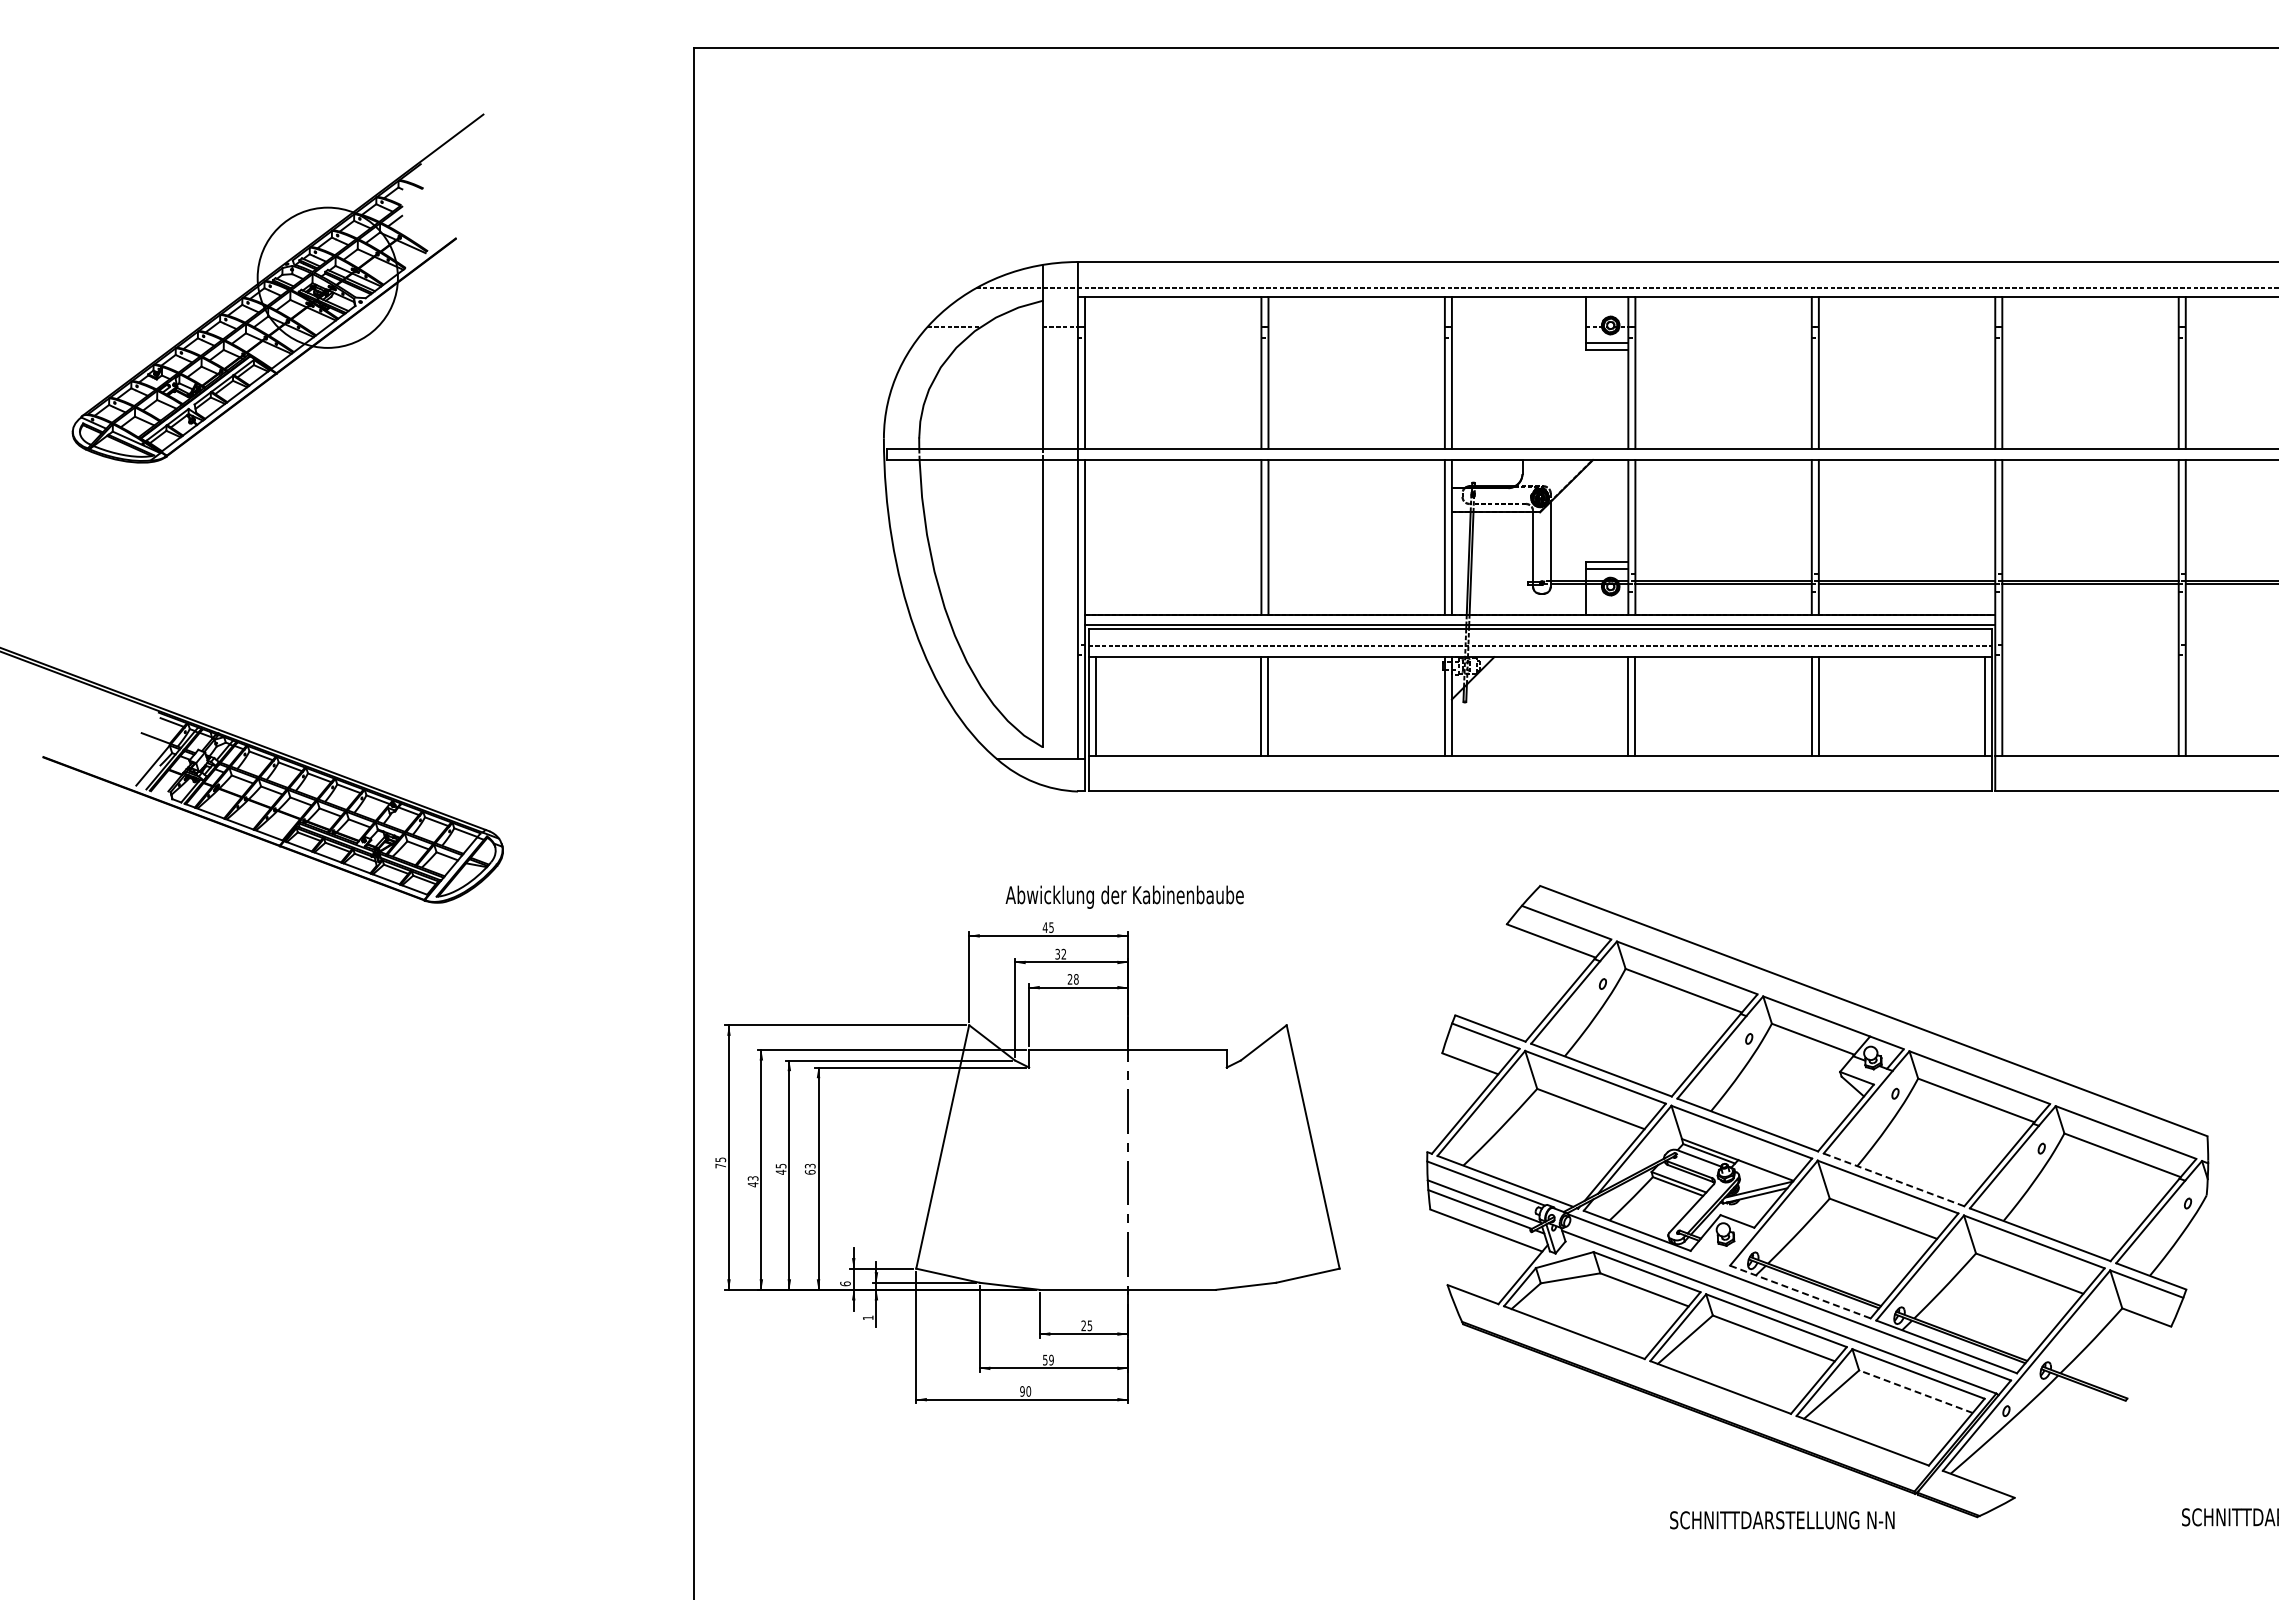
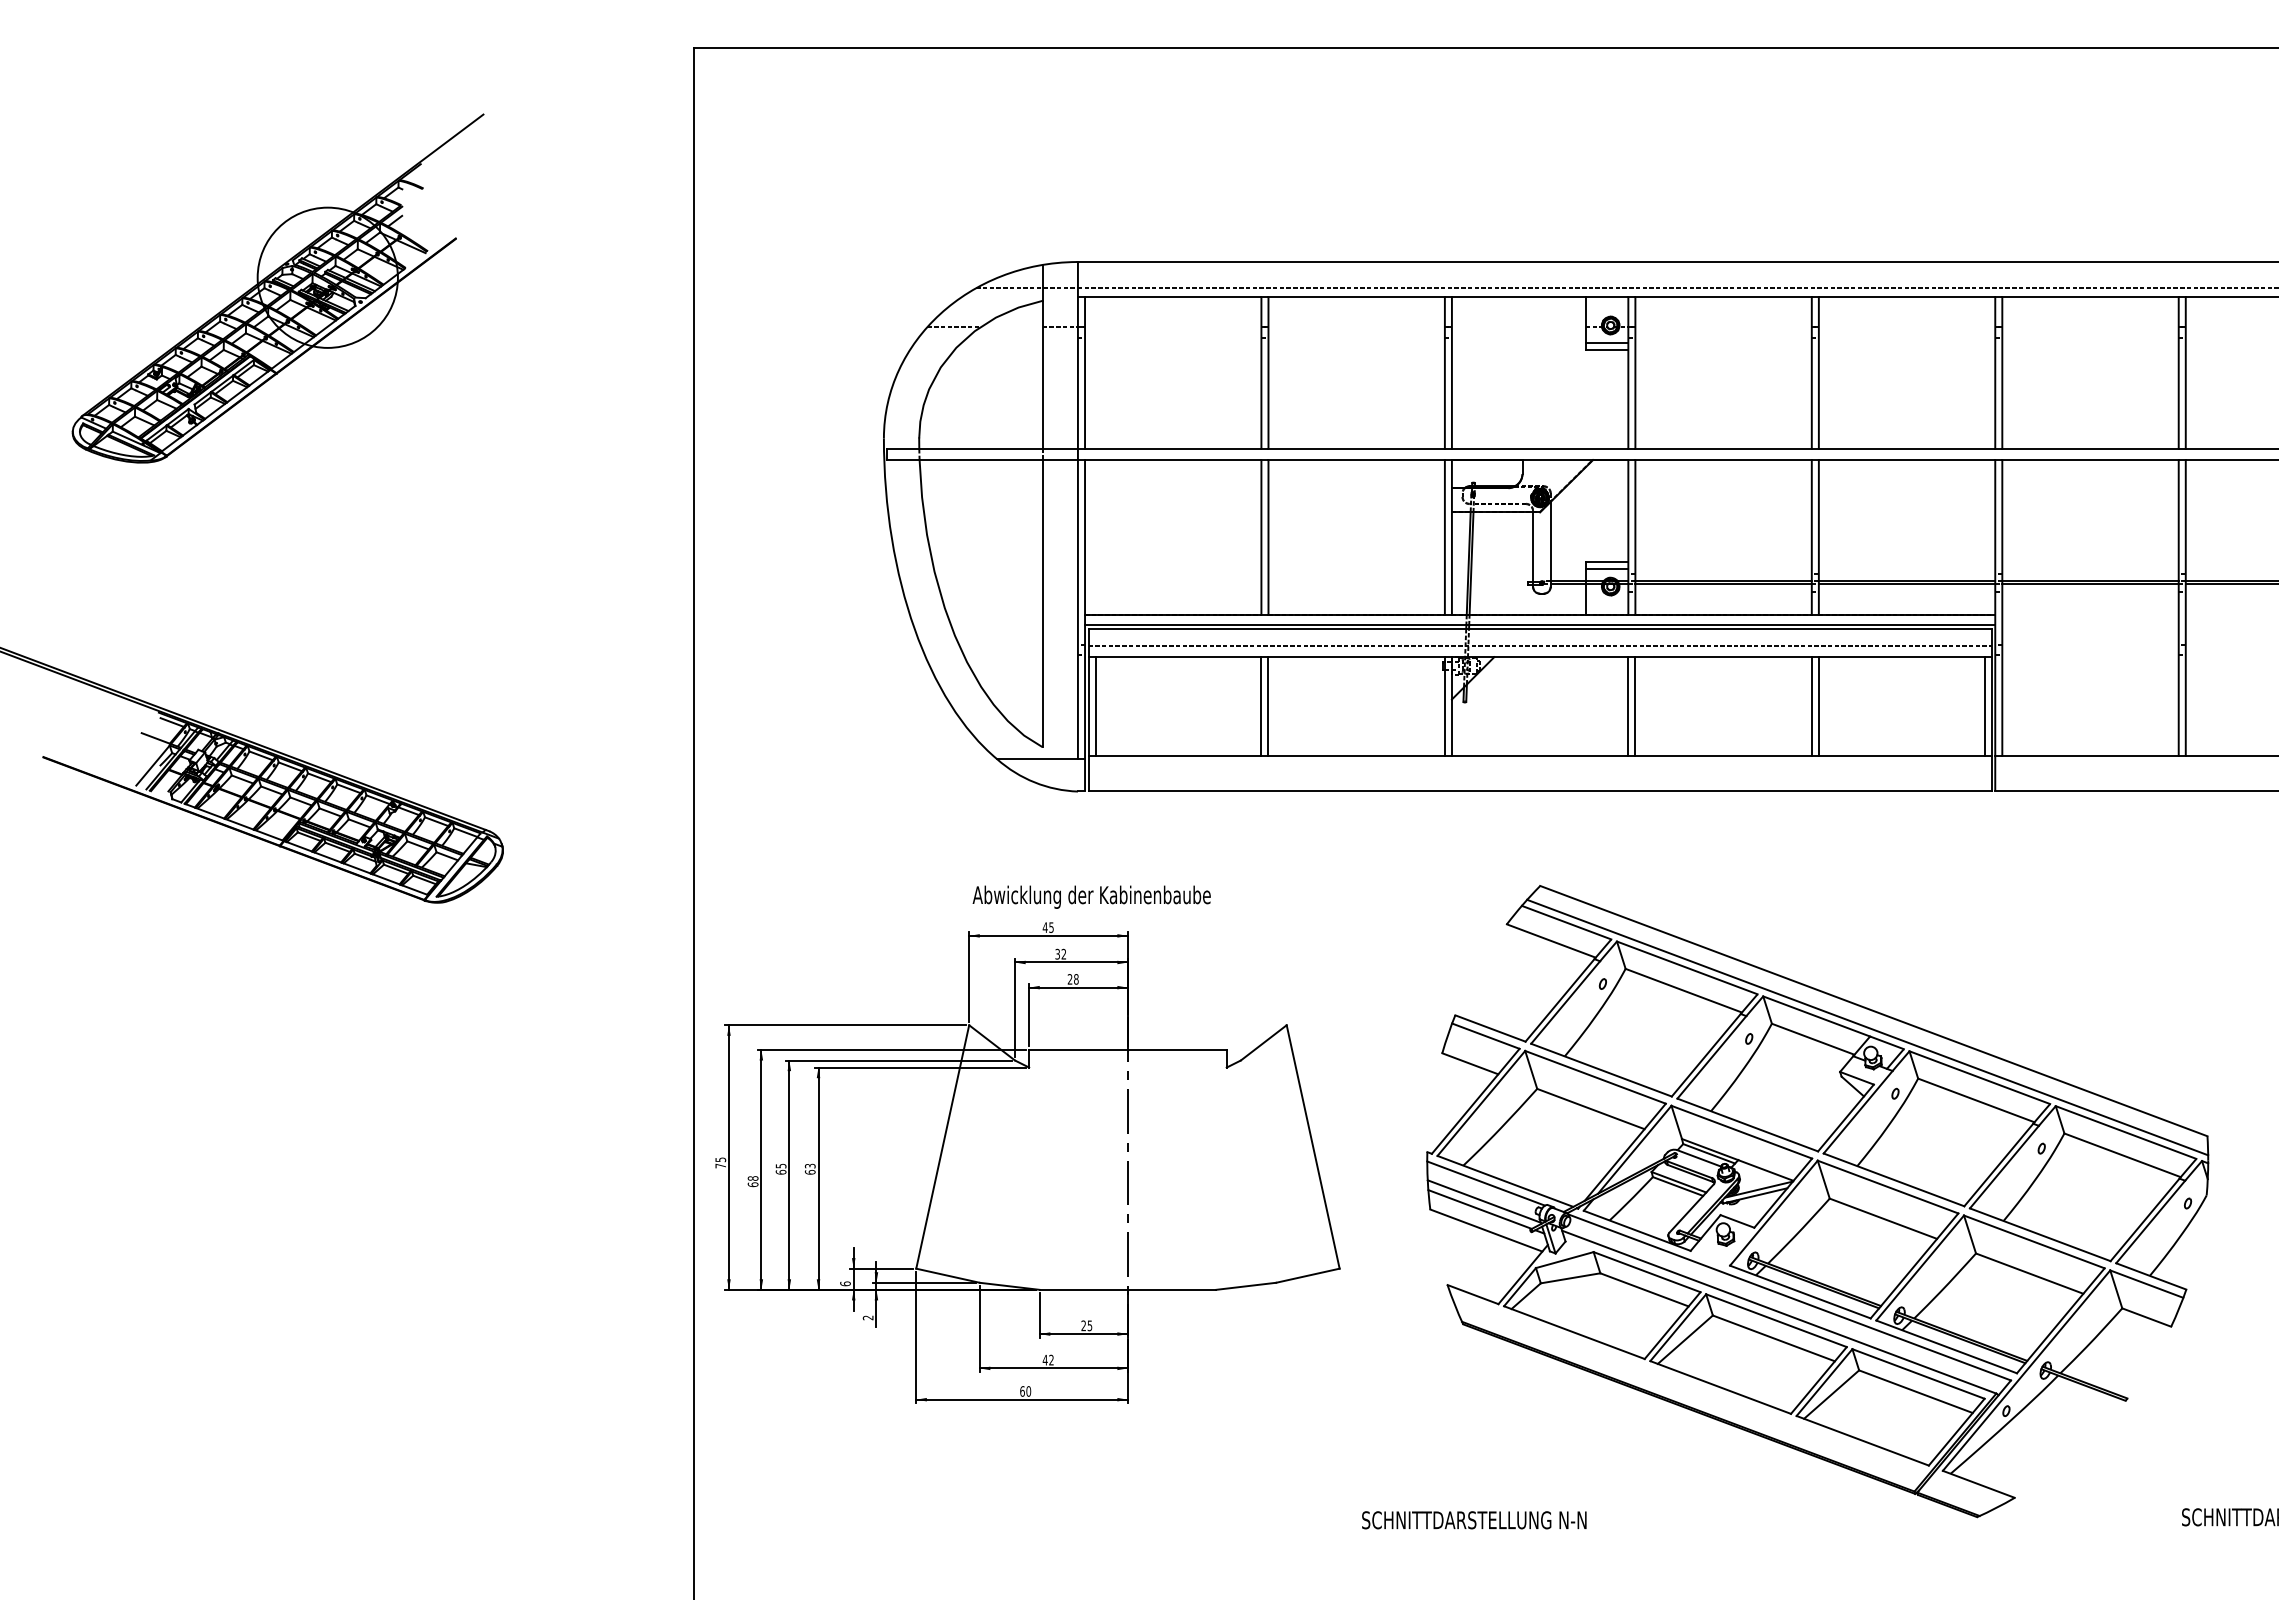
text at (1124, 896) position: (1124, 896) -> (1091, 896)
line at (1867, 1027): none -> present
text at (780, 1171): 45 -> 65
line at (1893, 1179): dashed -> solid
text at (752, 1181): 43 -> 68
line at (1800, 1292): dashed -> solid
text at (867, 1317): 1 -> 2
text at (1047, 1359): 59 -> 42
text at (1022, 1391): 90 -> 60
line at (1915, 1391): dashed -> solid
text at (1782, 1520) position: (1782, 1520) -> (1474, 1520)
